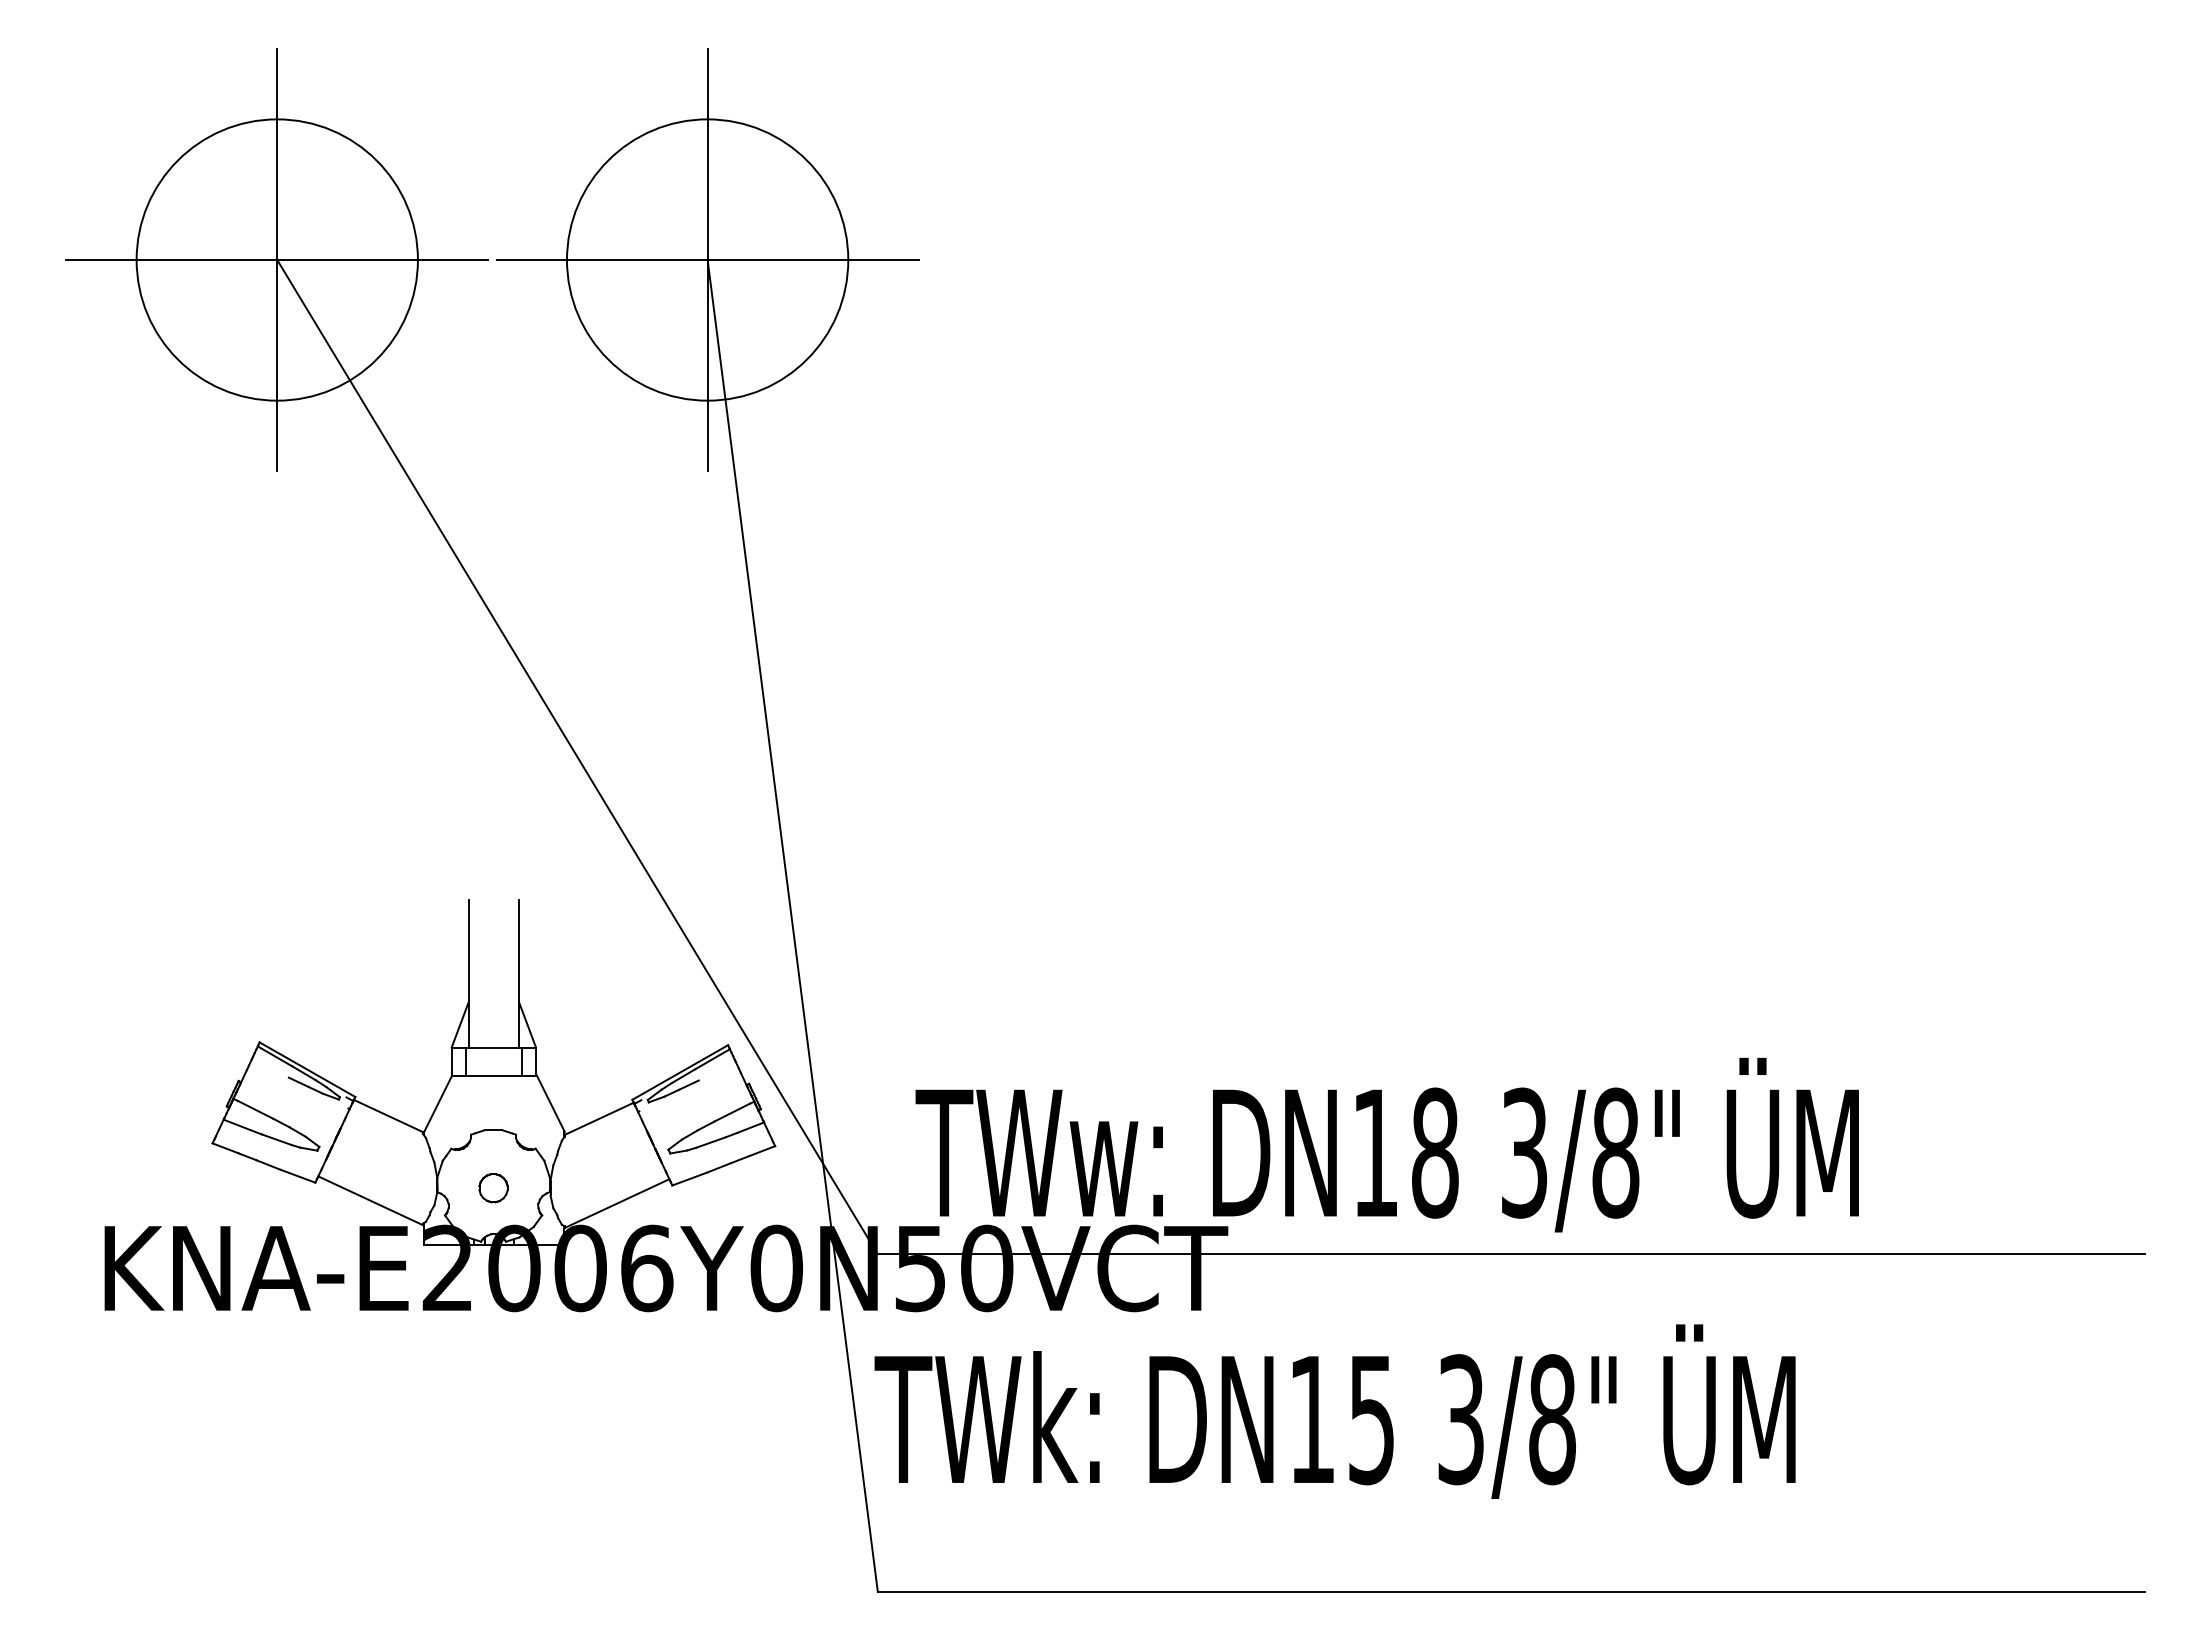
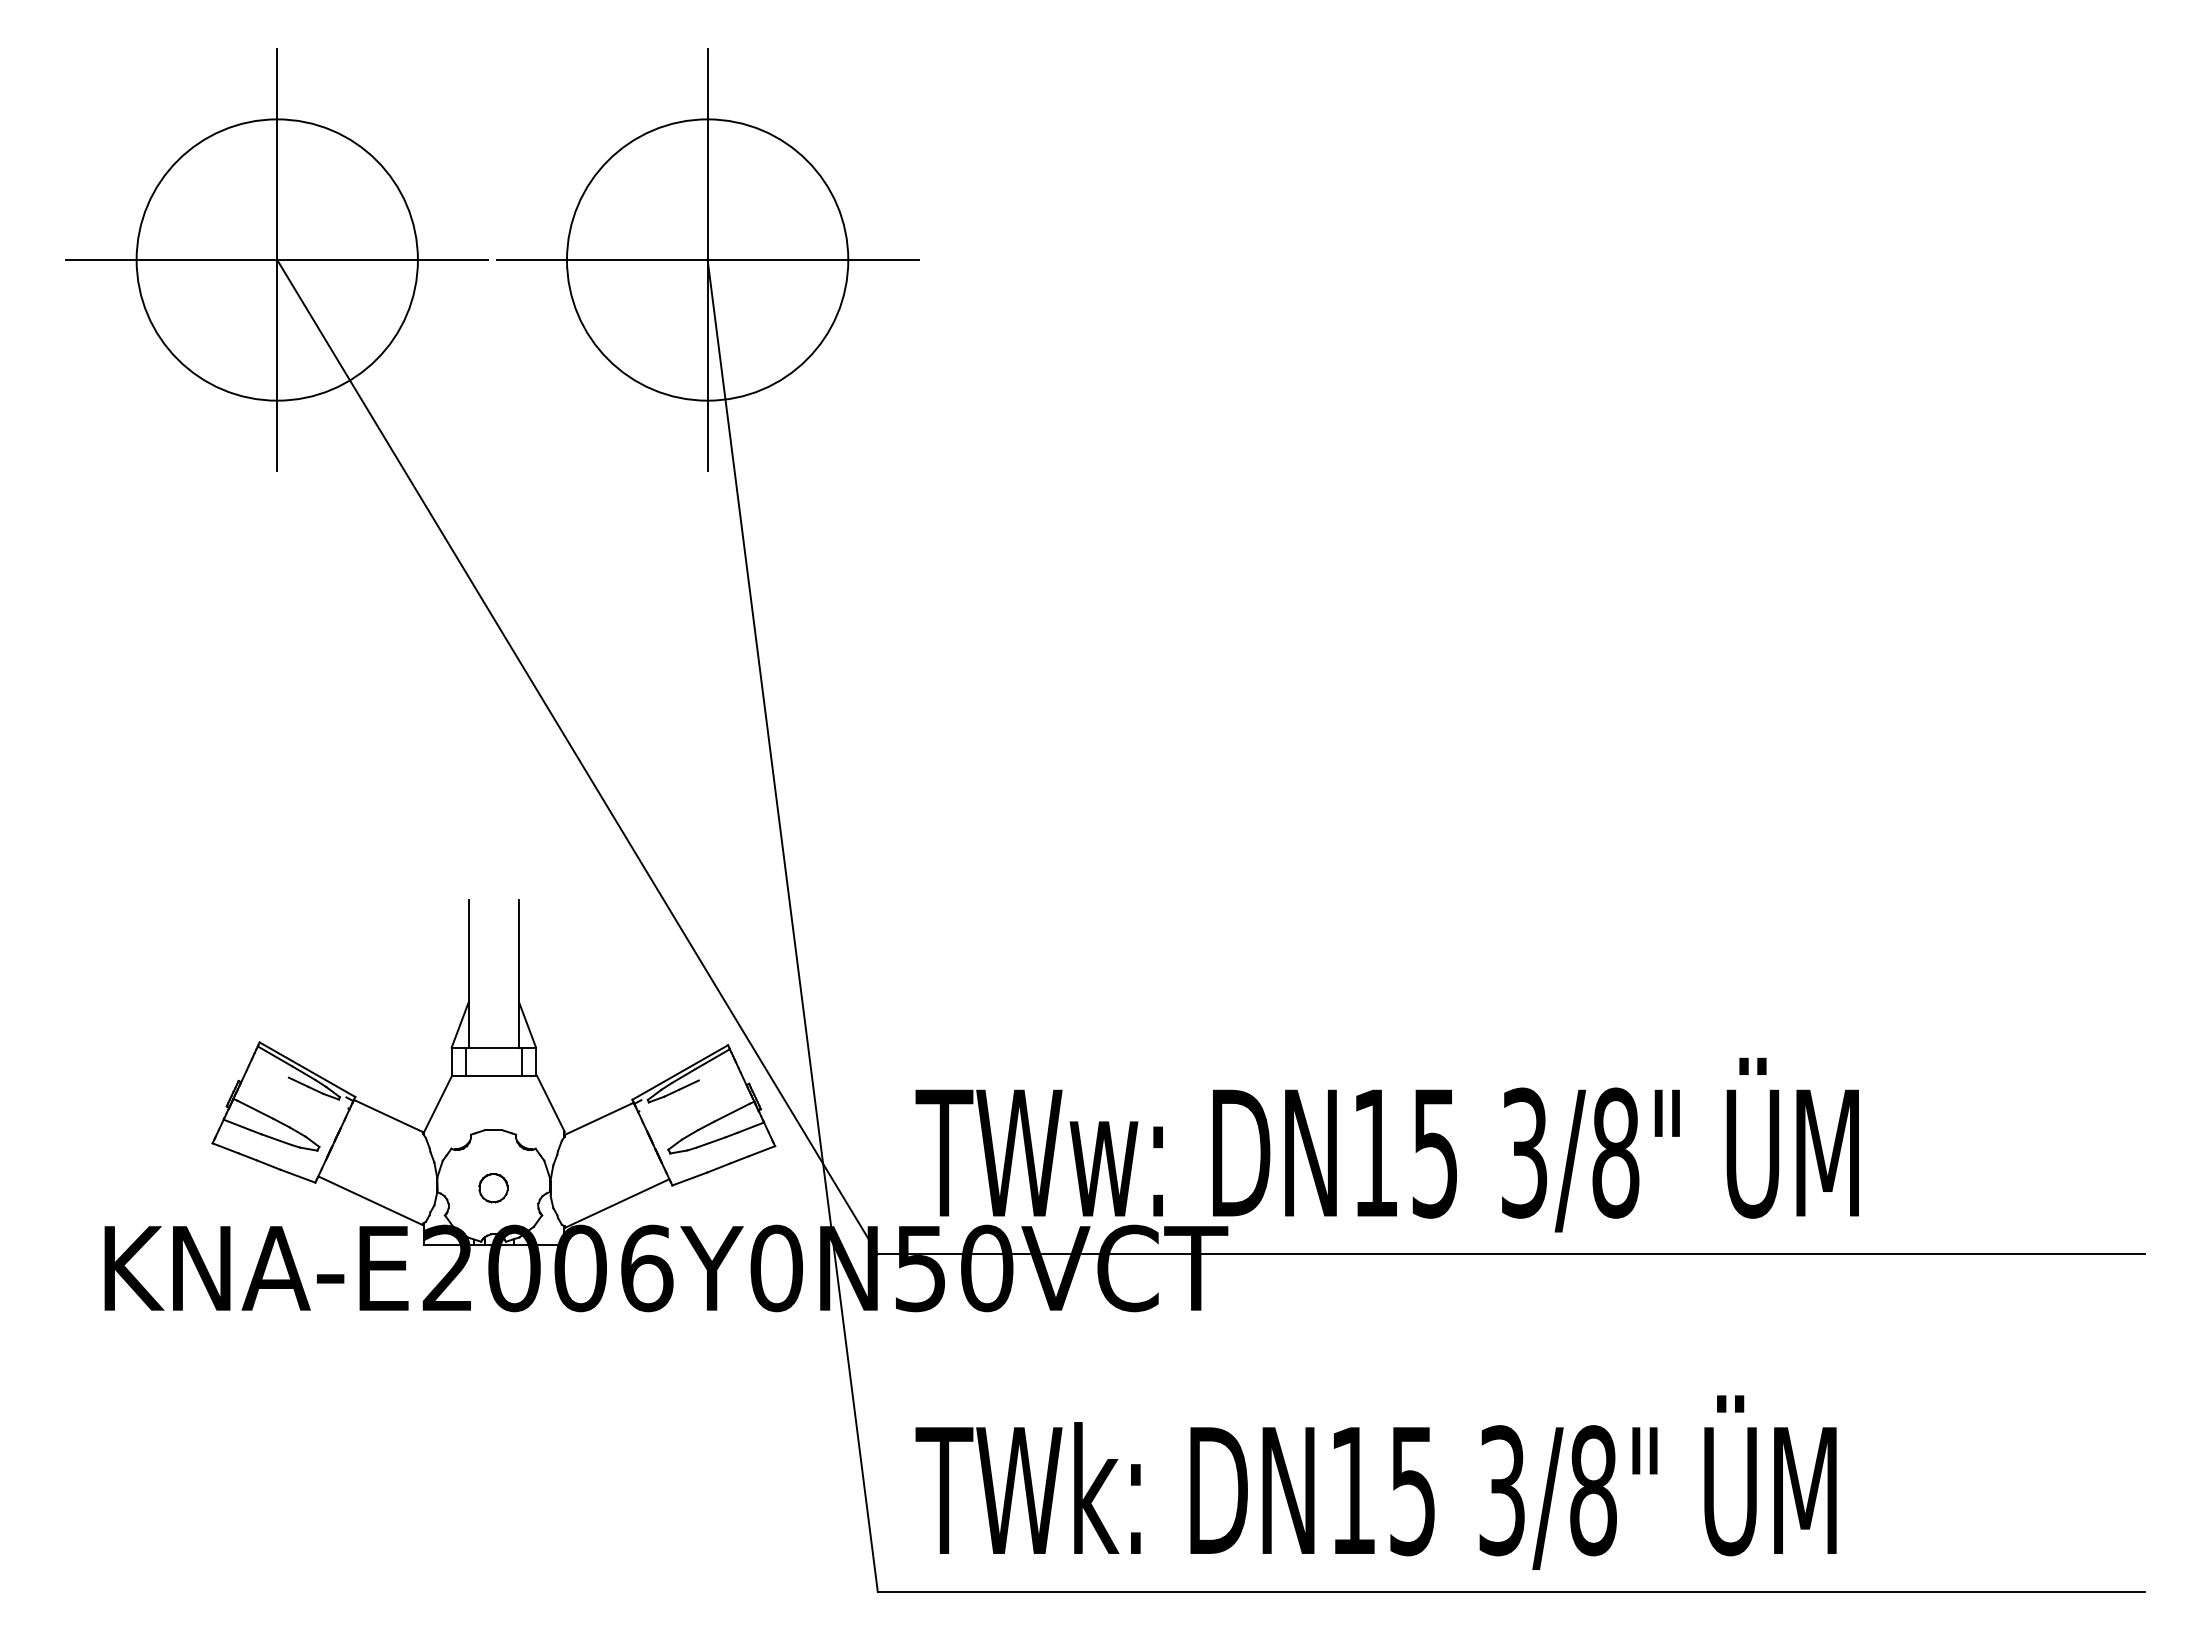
text at (1435, 1152): DN18 -> DN15
text at (1334, 1411) position: (1334, 1411) -> (1375, 1482)
